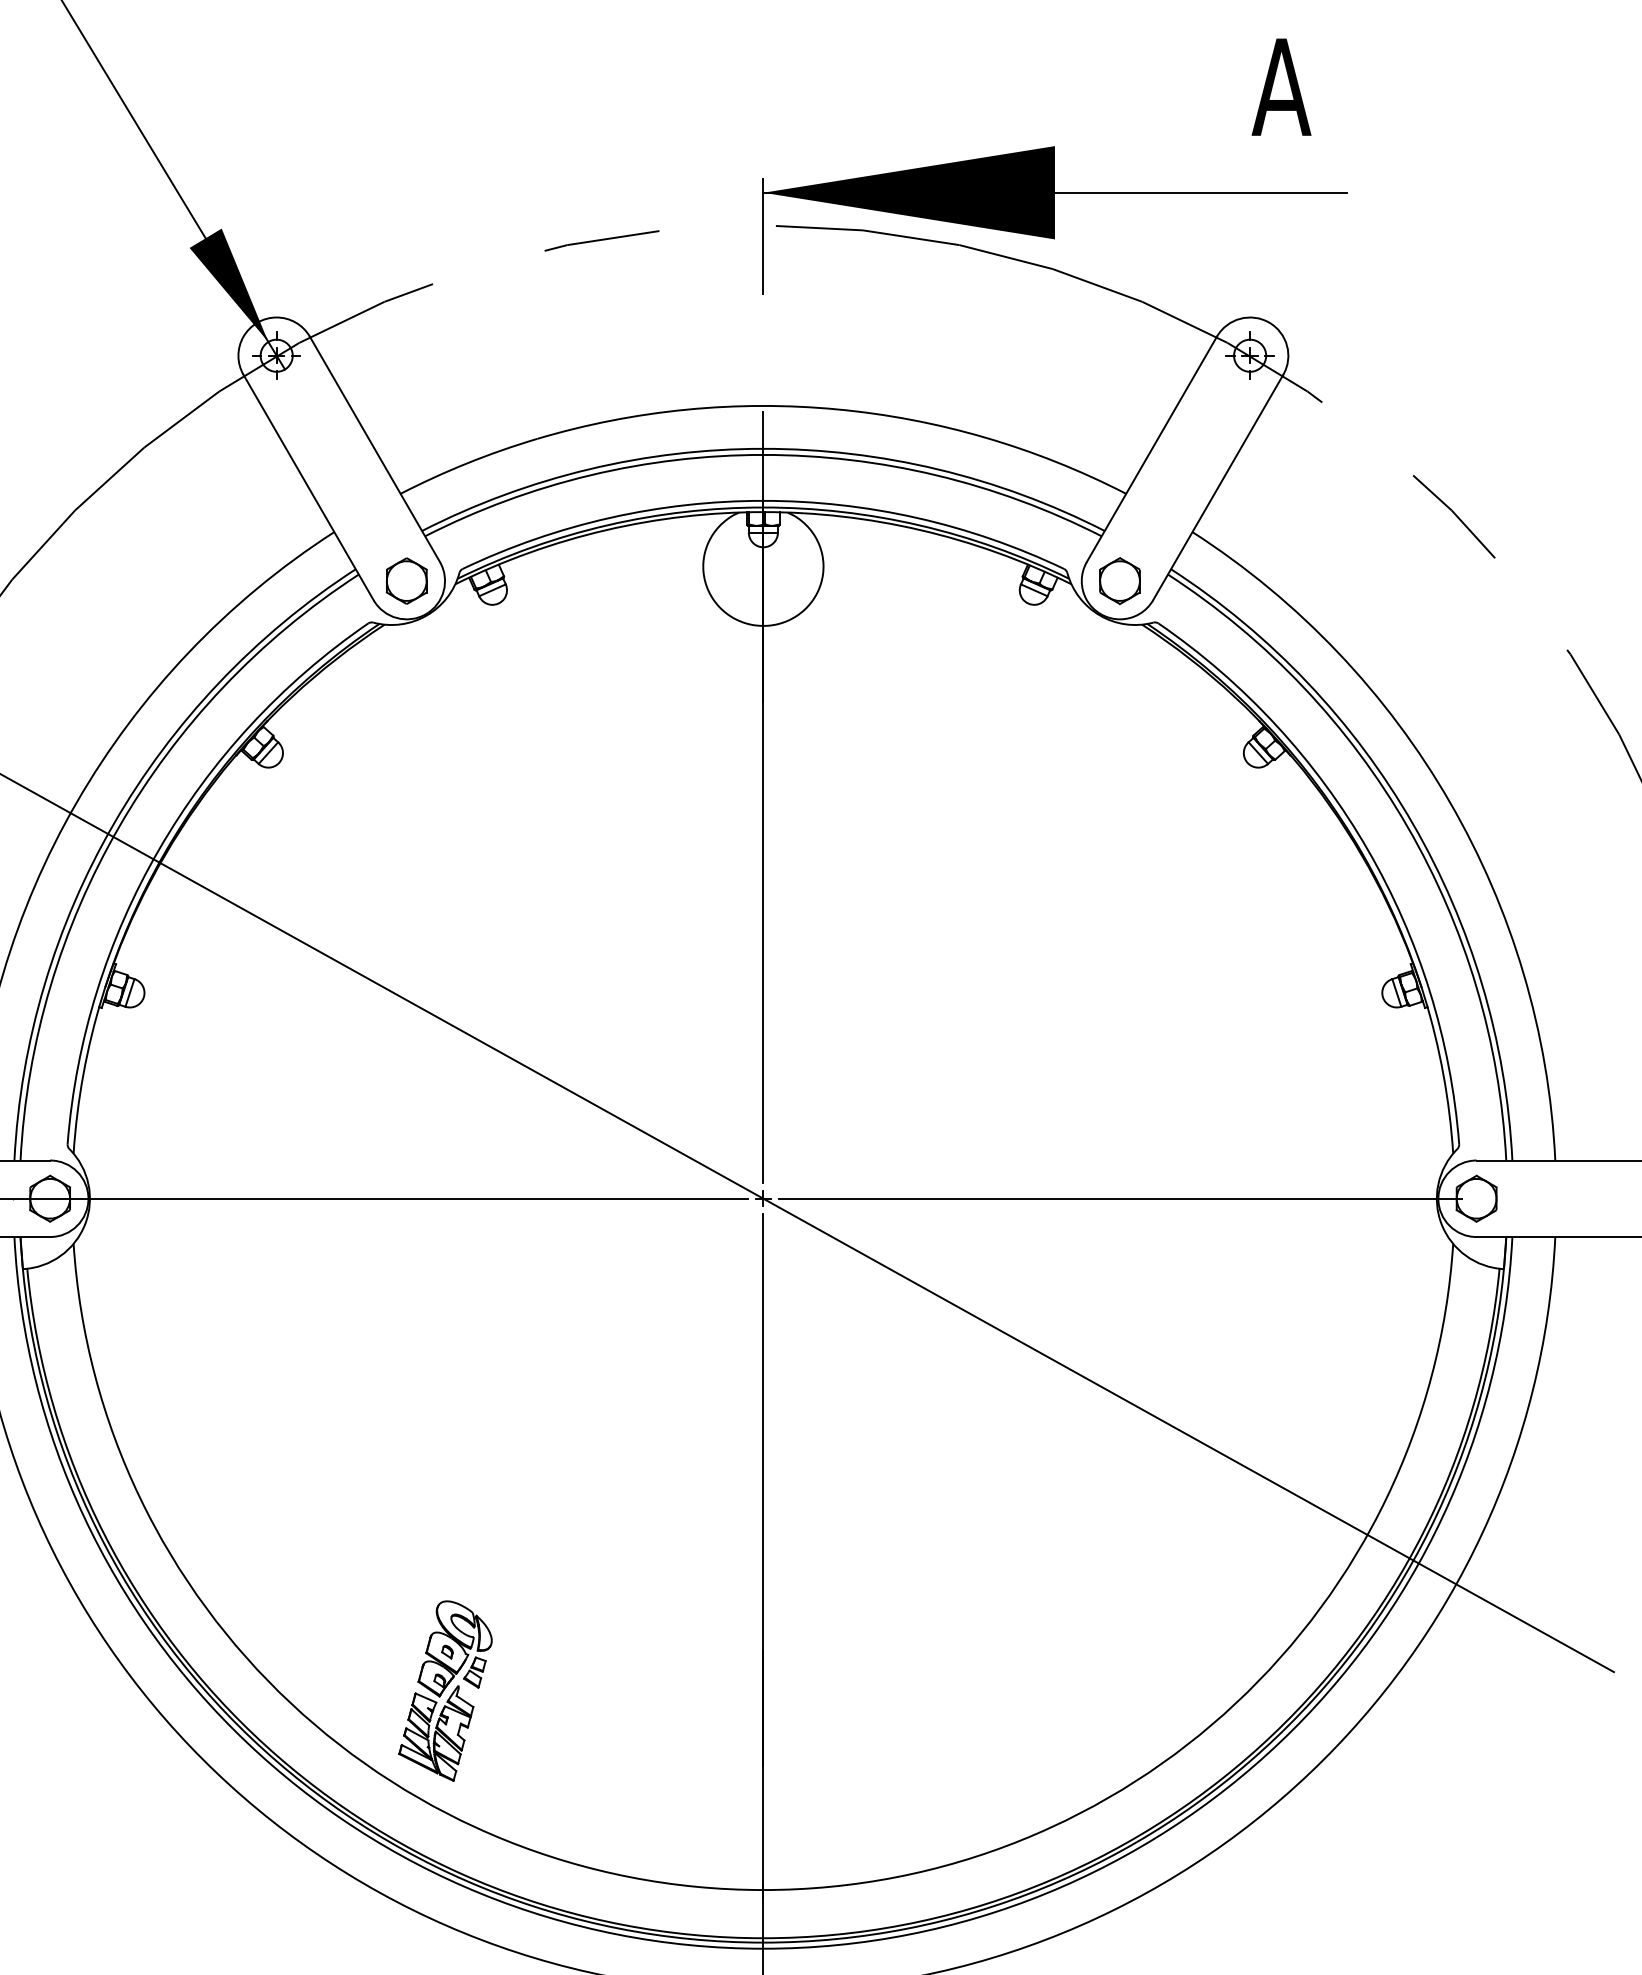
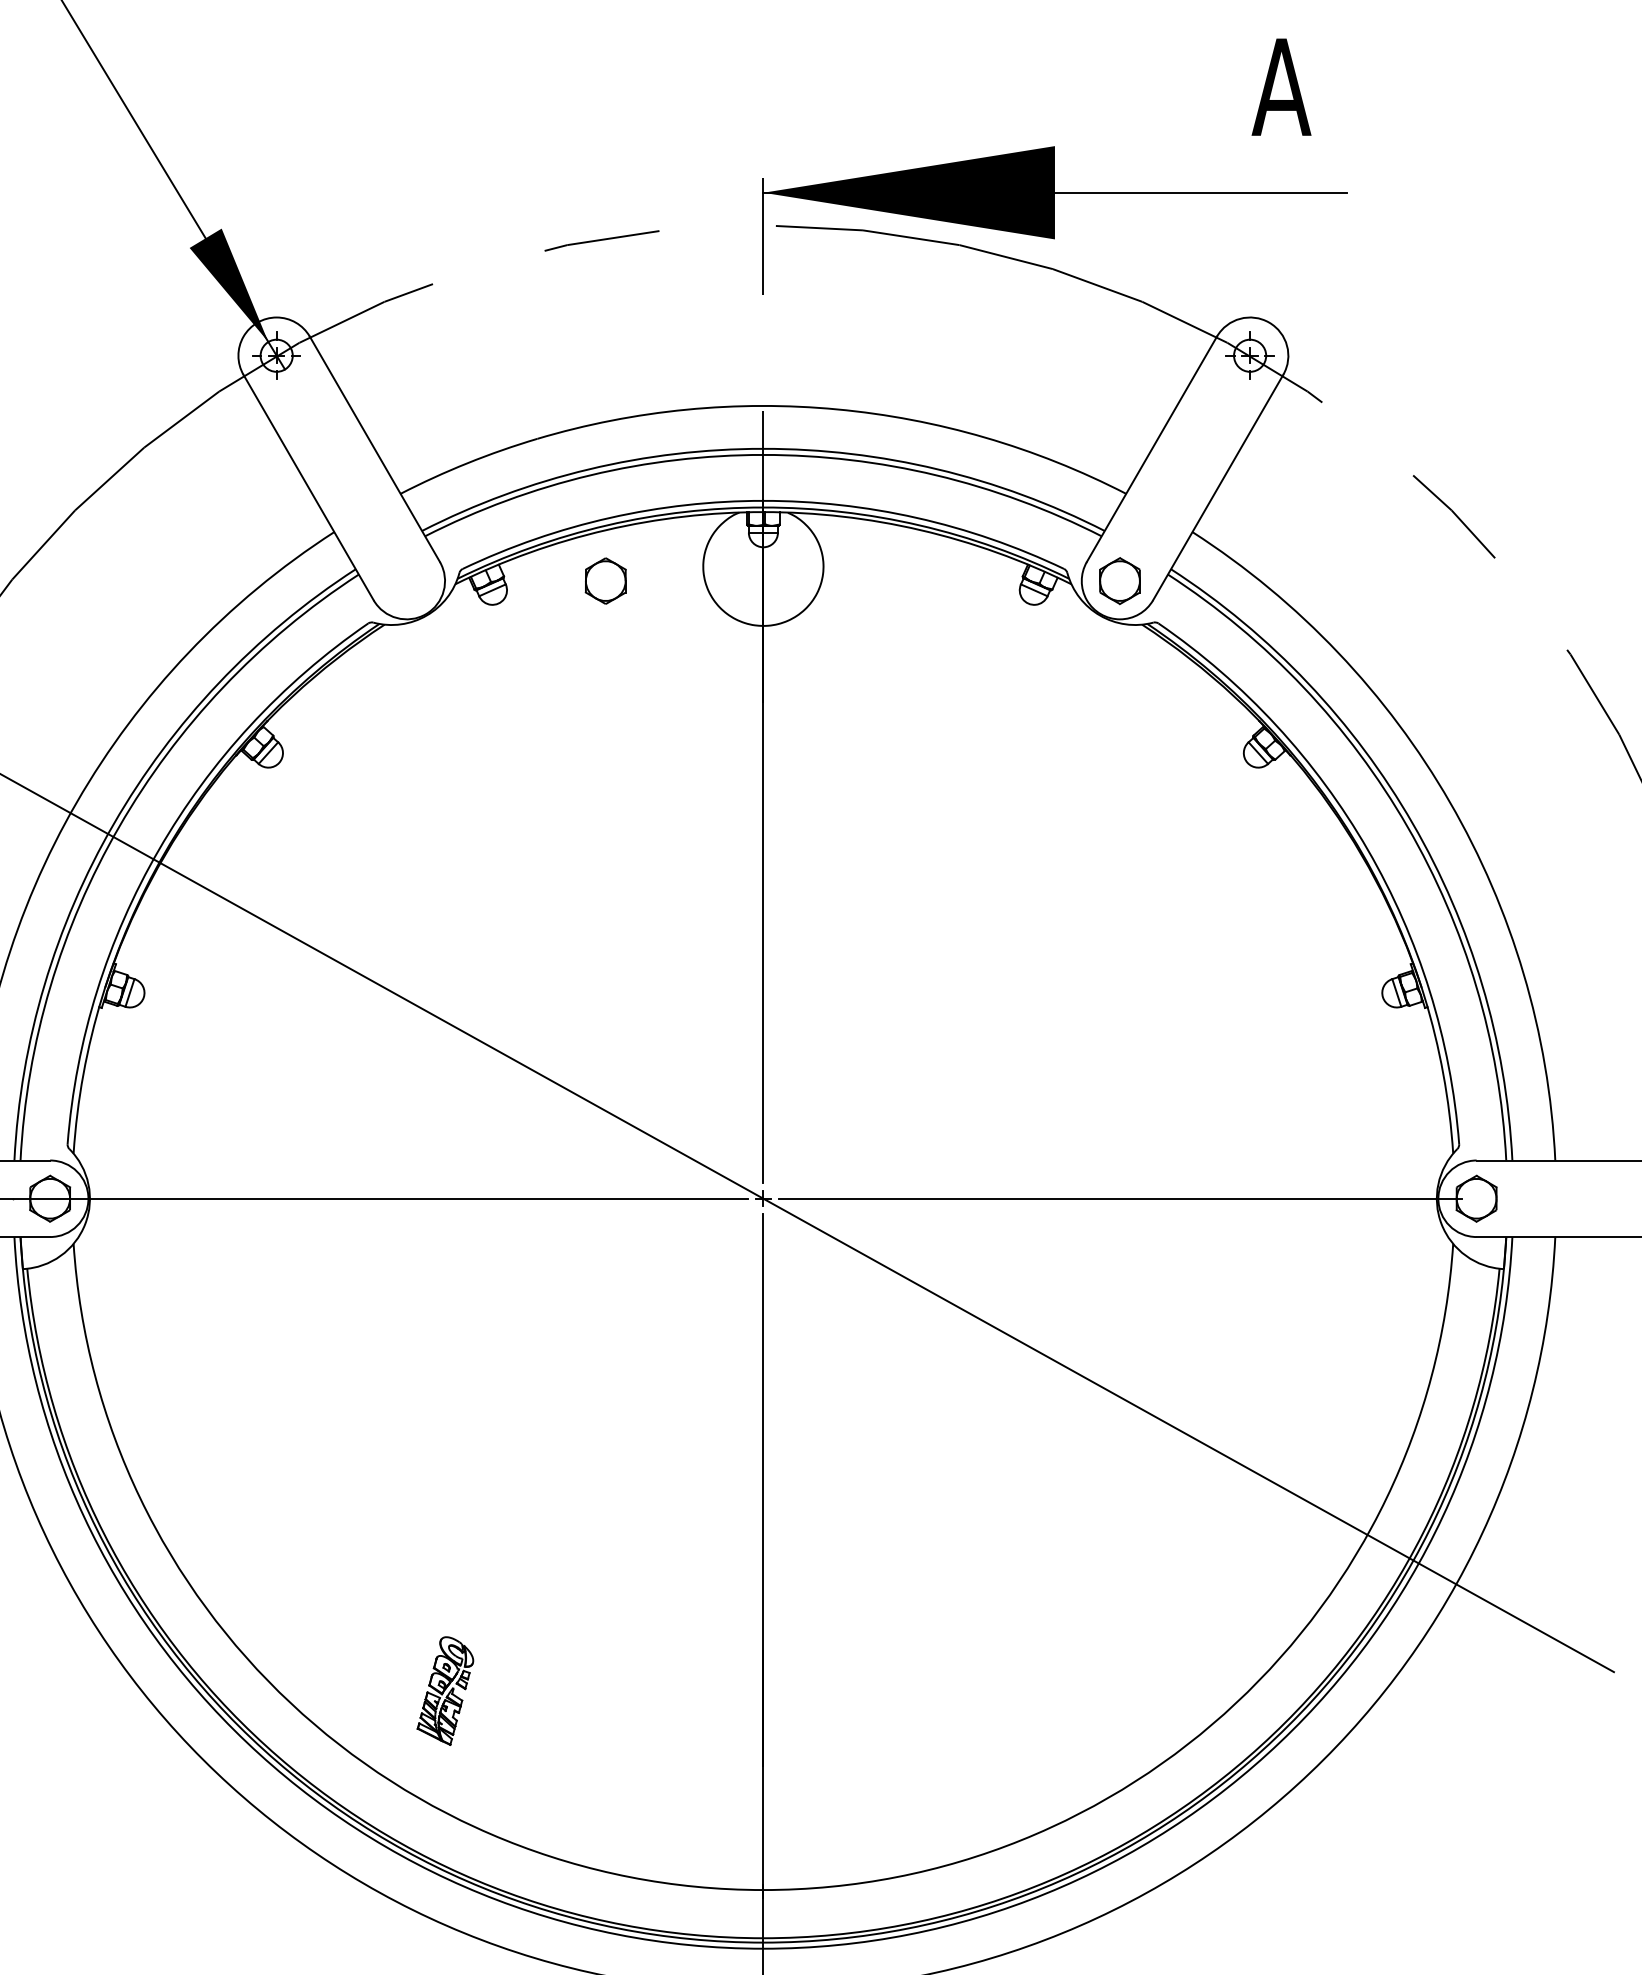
part at (406, 580) position: (406, 580) -> (605, 580)
part at (445, 1690) size: 95x182 px -> 59x110 px
